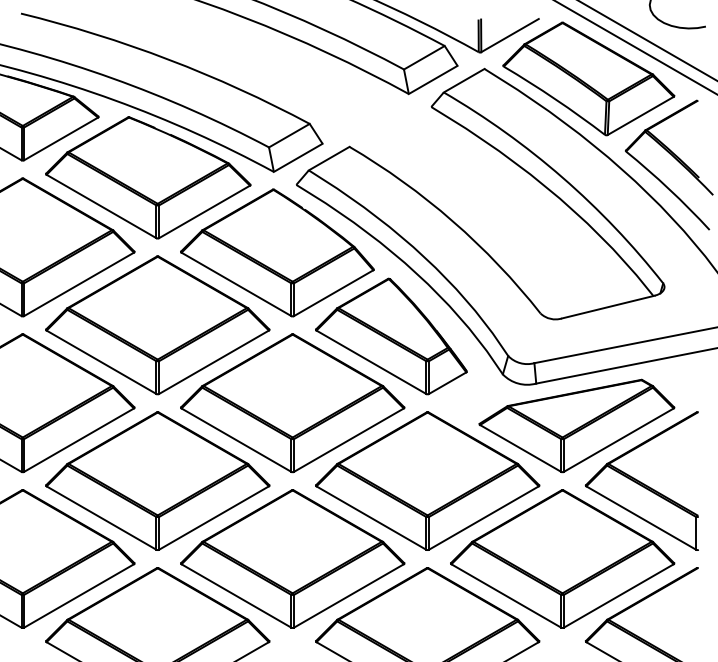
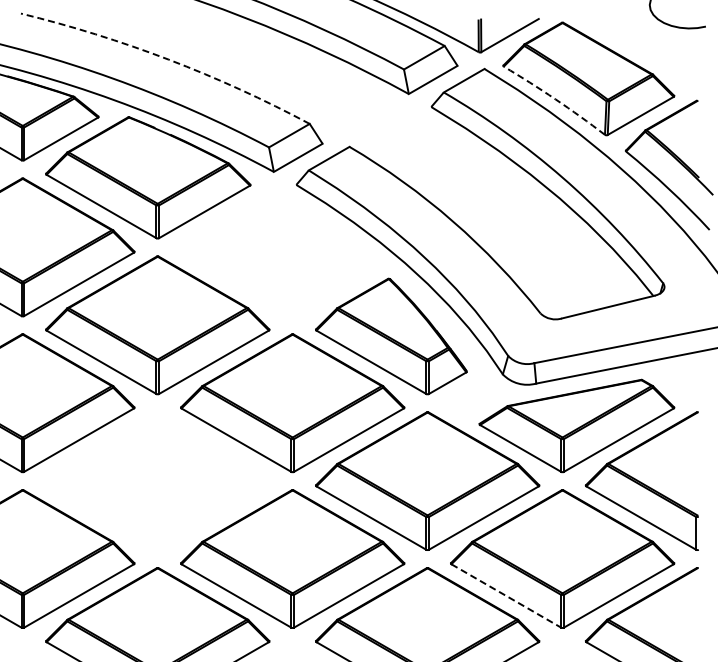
line at (647, 40): present -> none
line at (635, 47): present -> none
arc at (168, 59): solid -> dashed
arc at (555, 99): solid -> dashed
part at (277, 252): present -> none
part at (157, 480): present -> none
line at (506, 596): solid -> dashed
